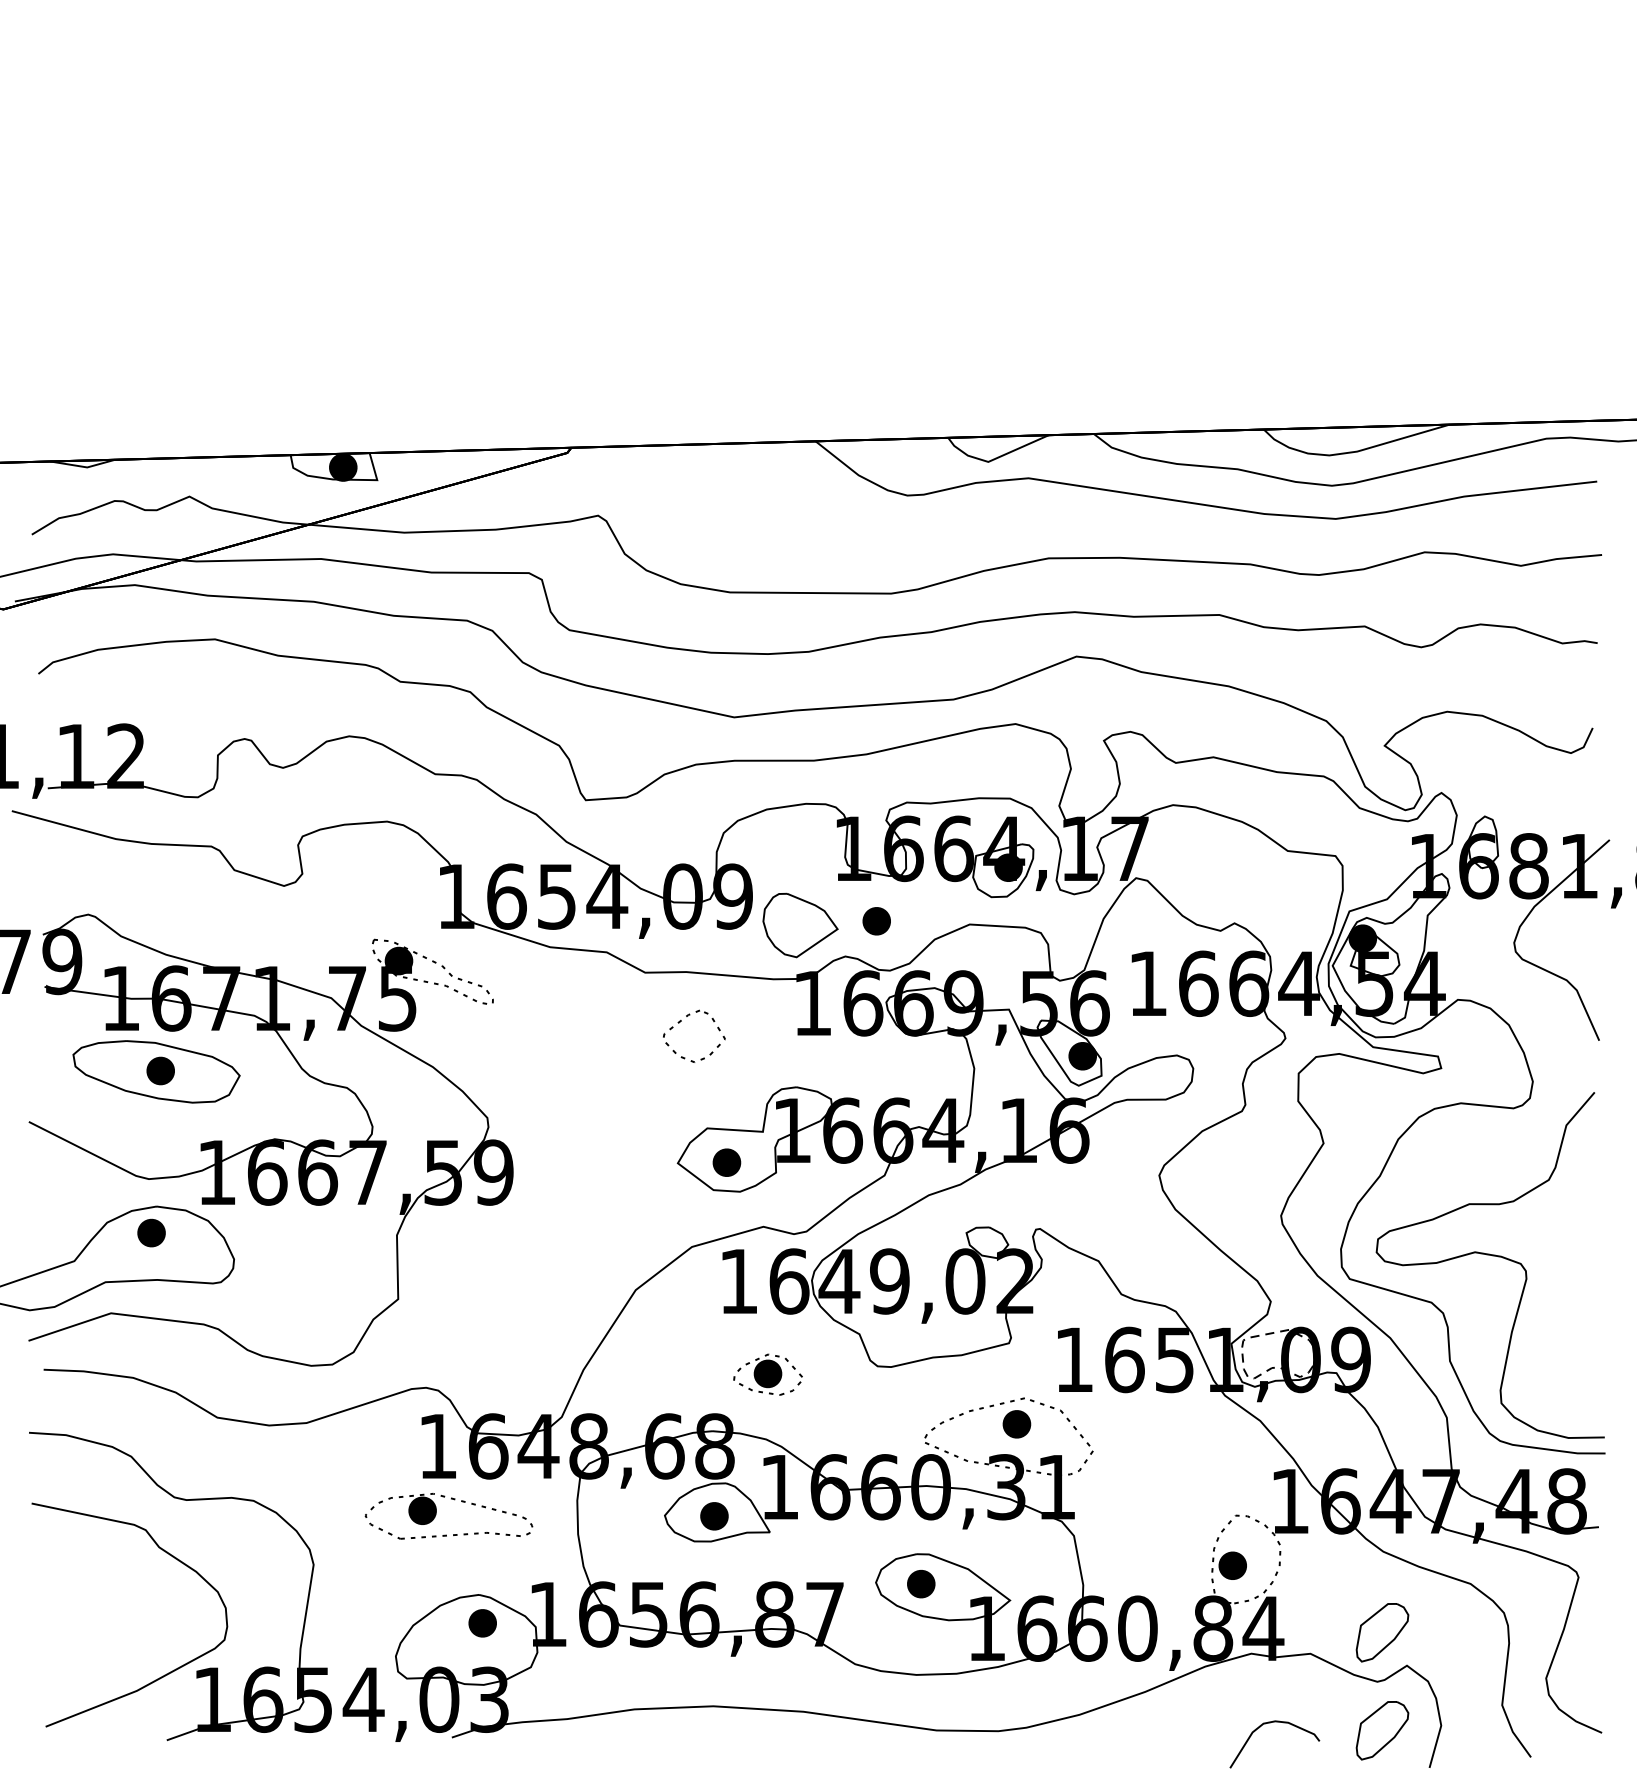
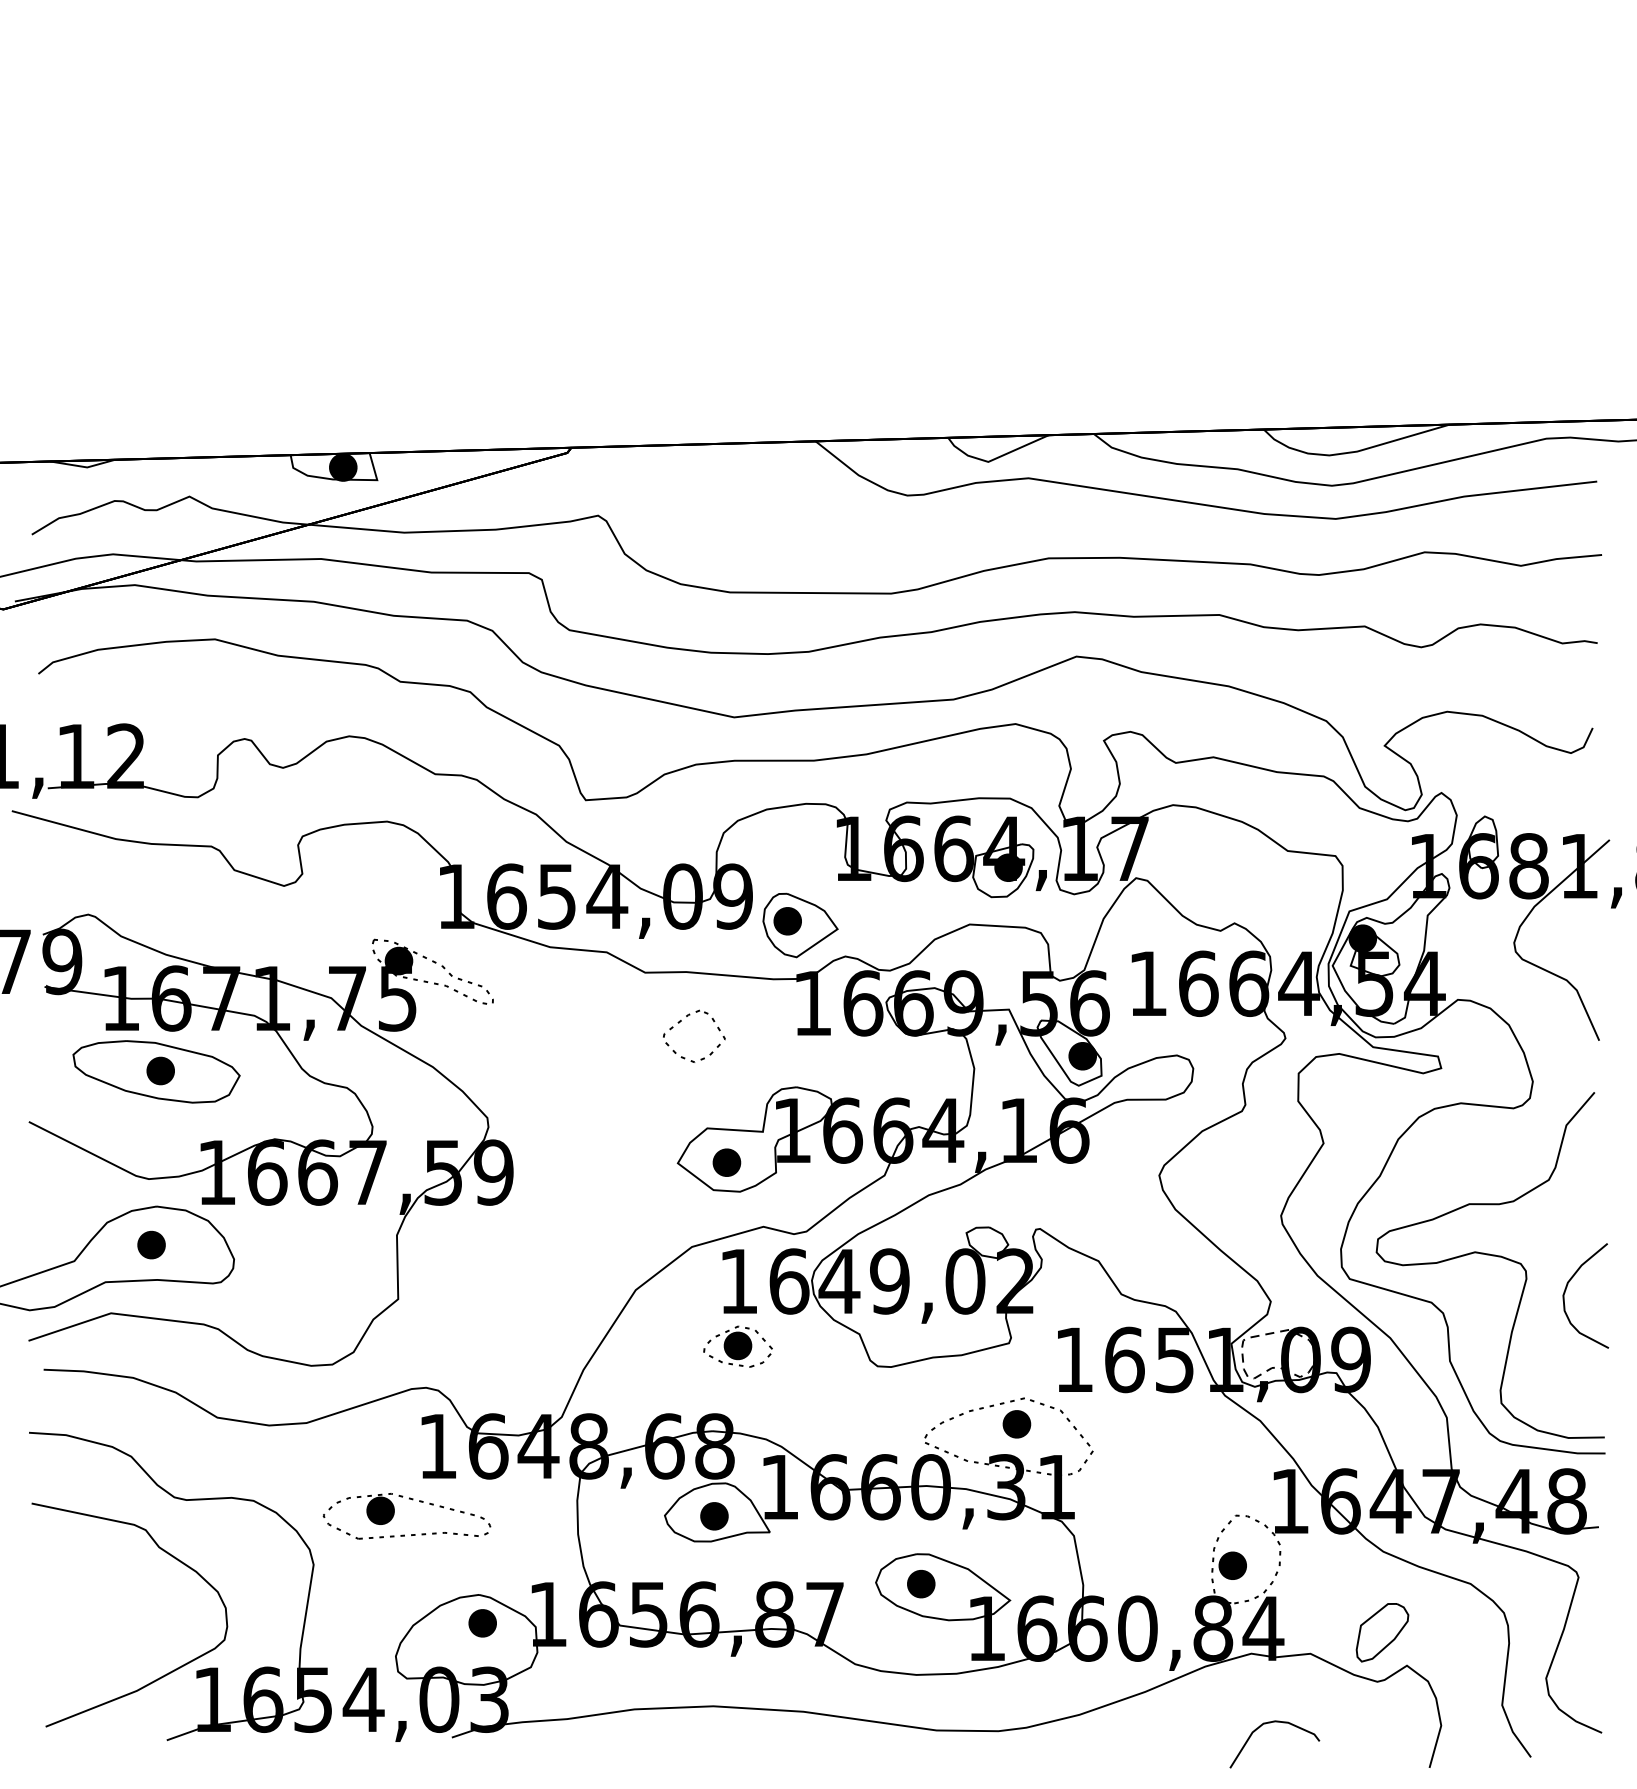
part at (876, 921) position: (876, 921) -> (787, 921)
part at (151, 1232) position: (151, 1232) -> (151, 1244)
curve at (1566, 1290): none -> present
part at (767, 1374) position: (767, 1374) -> (737, 1346)
part at (436, 1515) position: (436, 1515) -> (394, 1515)
part at (1382, 1730): present -> none
